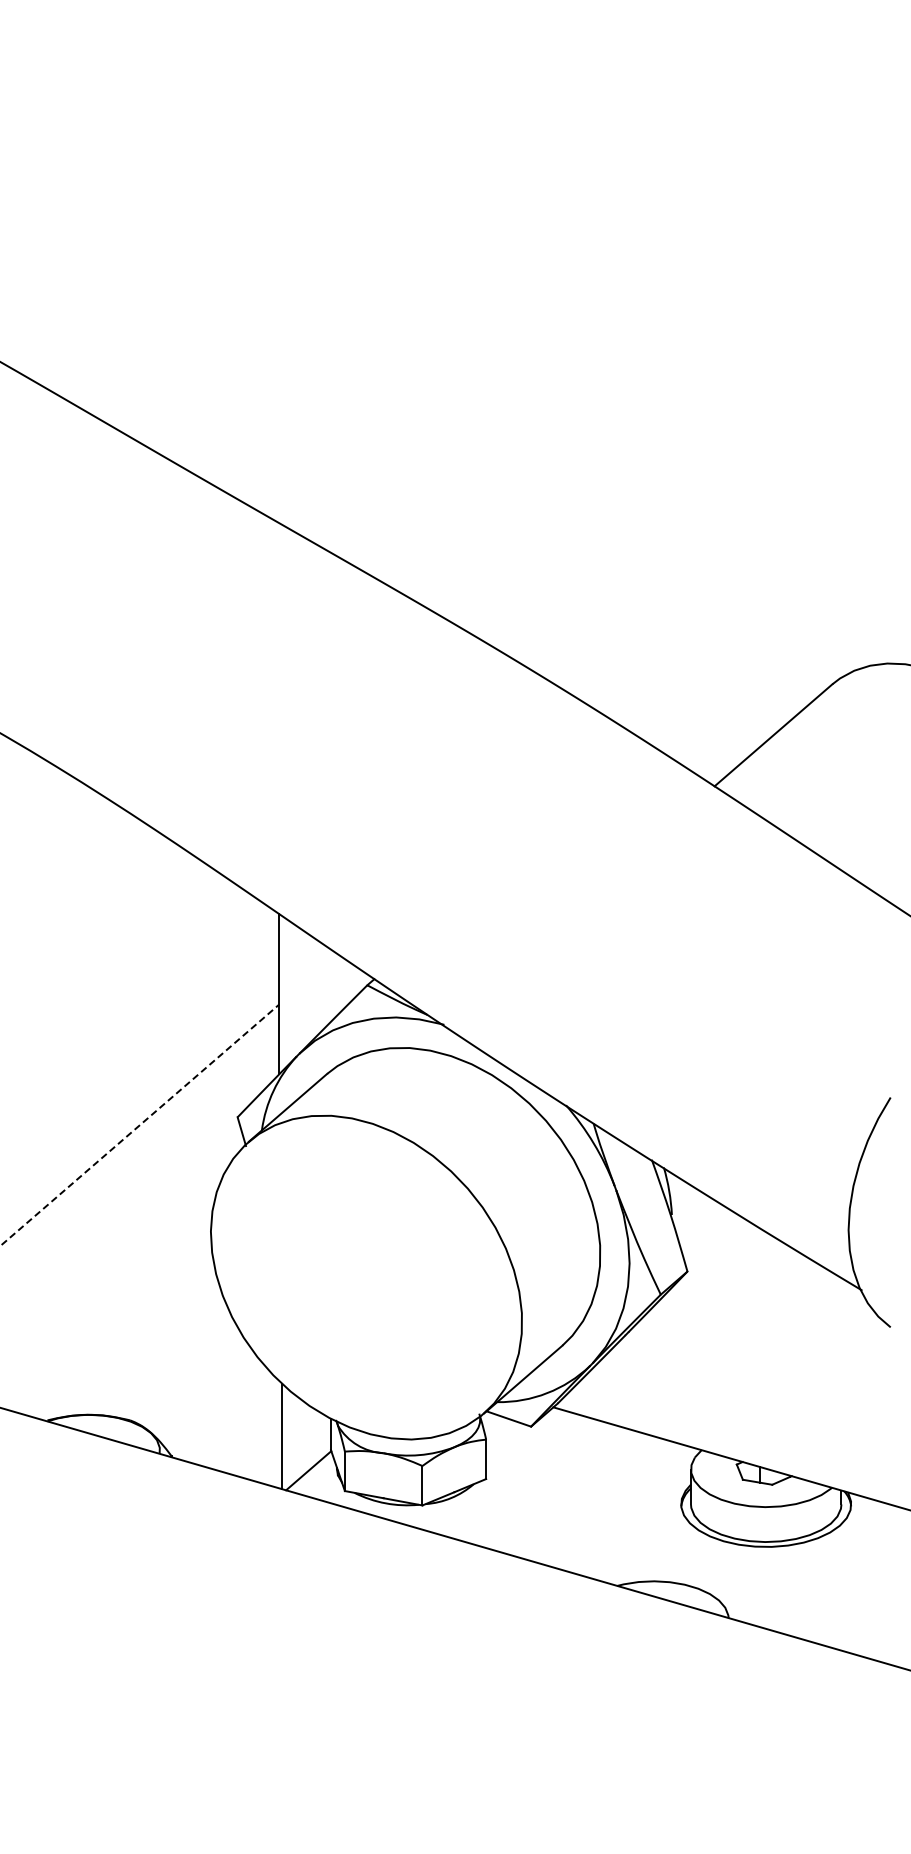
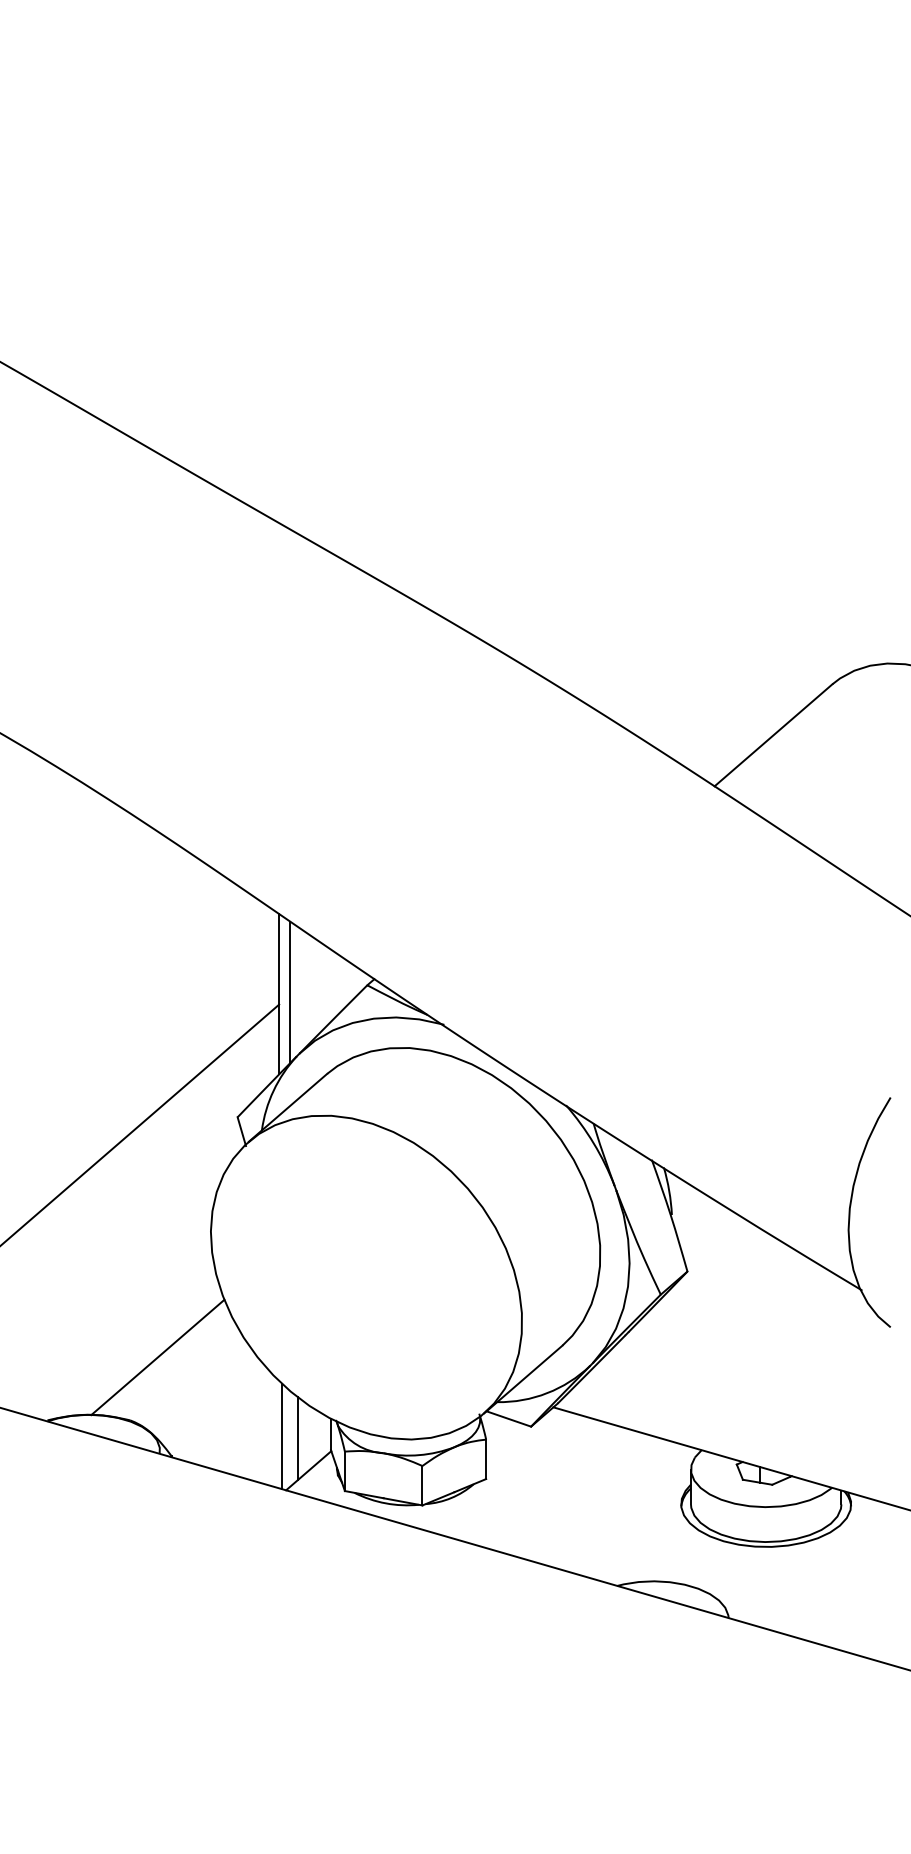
line at (290, 991): none -> present
line at (140, 1124): dashed -> solid
line at (157, 1357): none -> present
line at (297, 1438): none -> present
